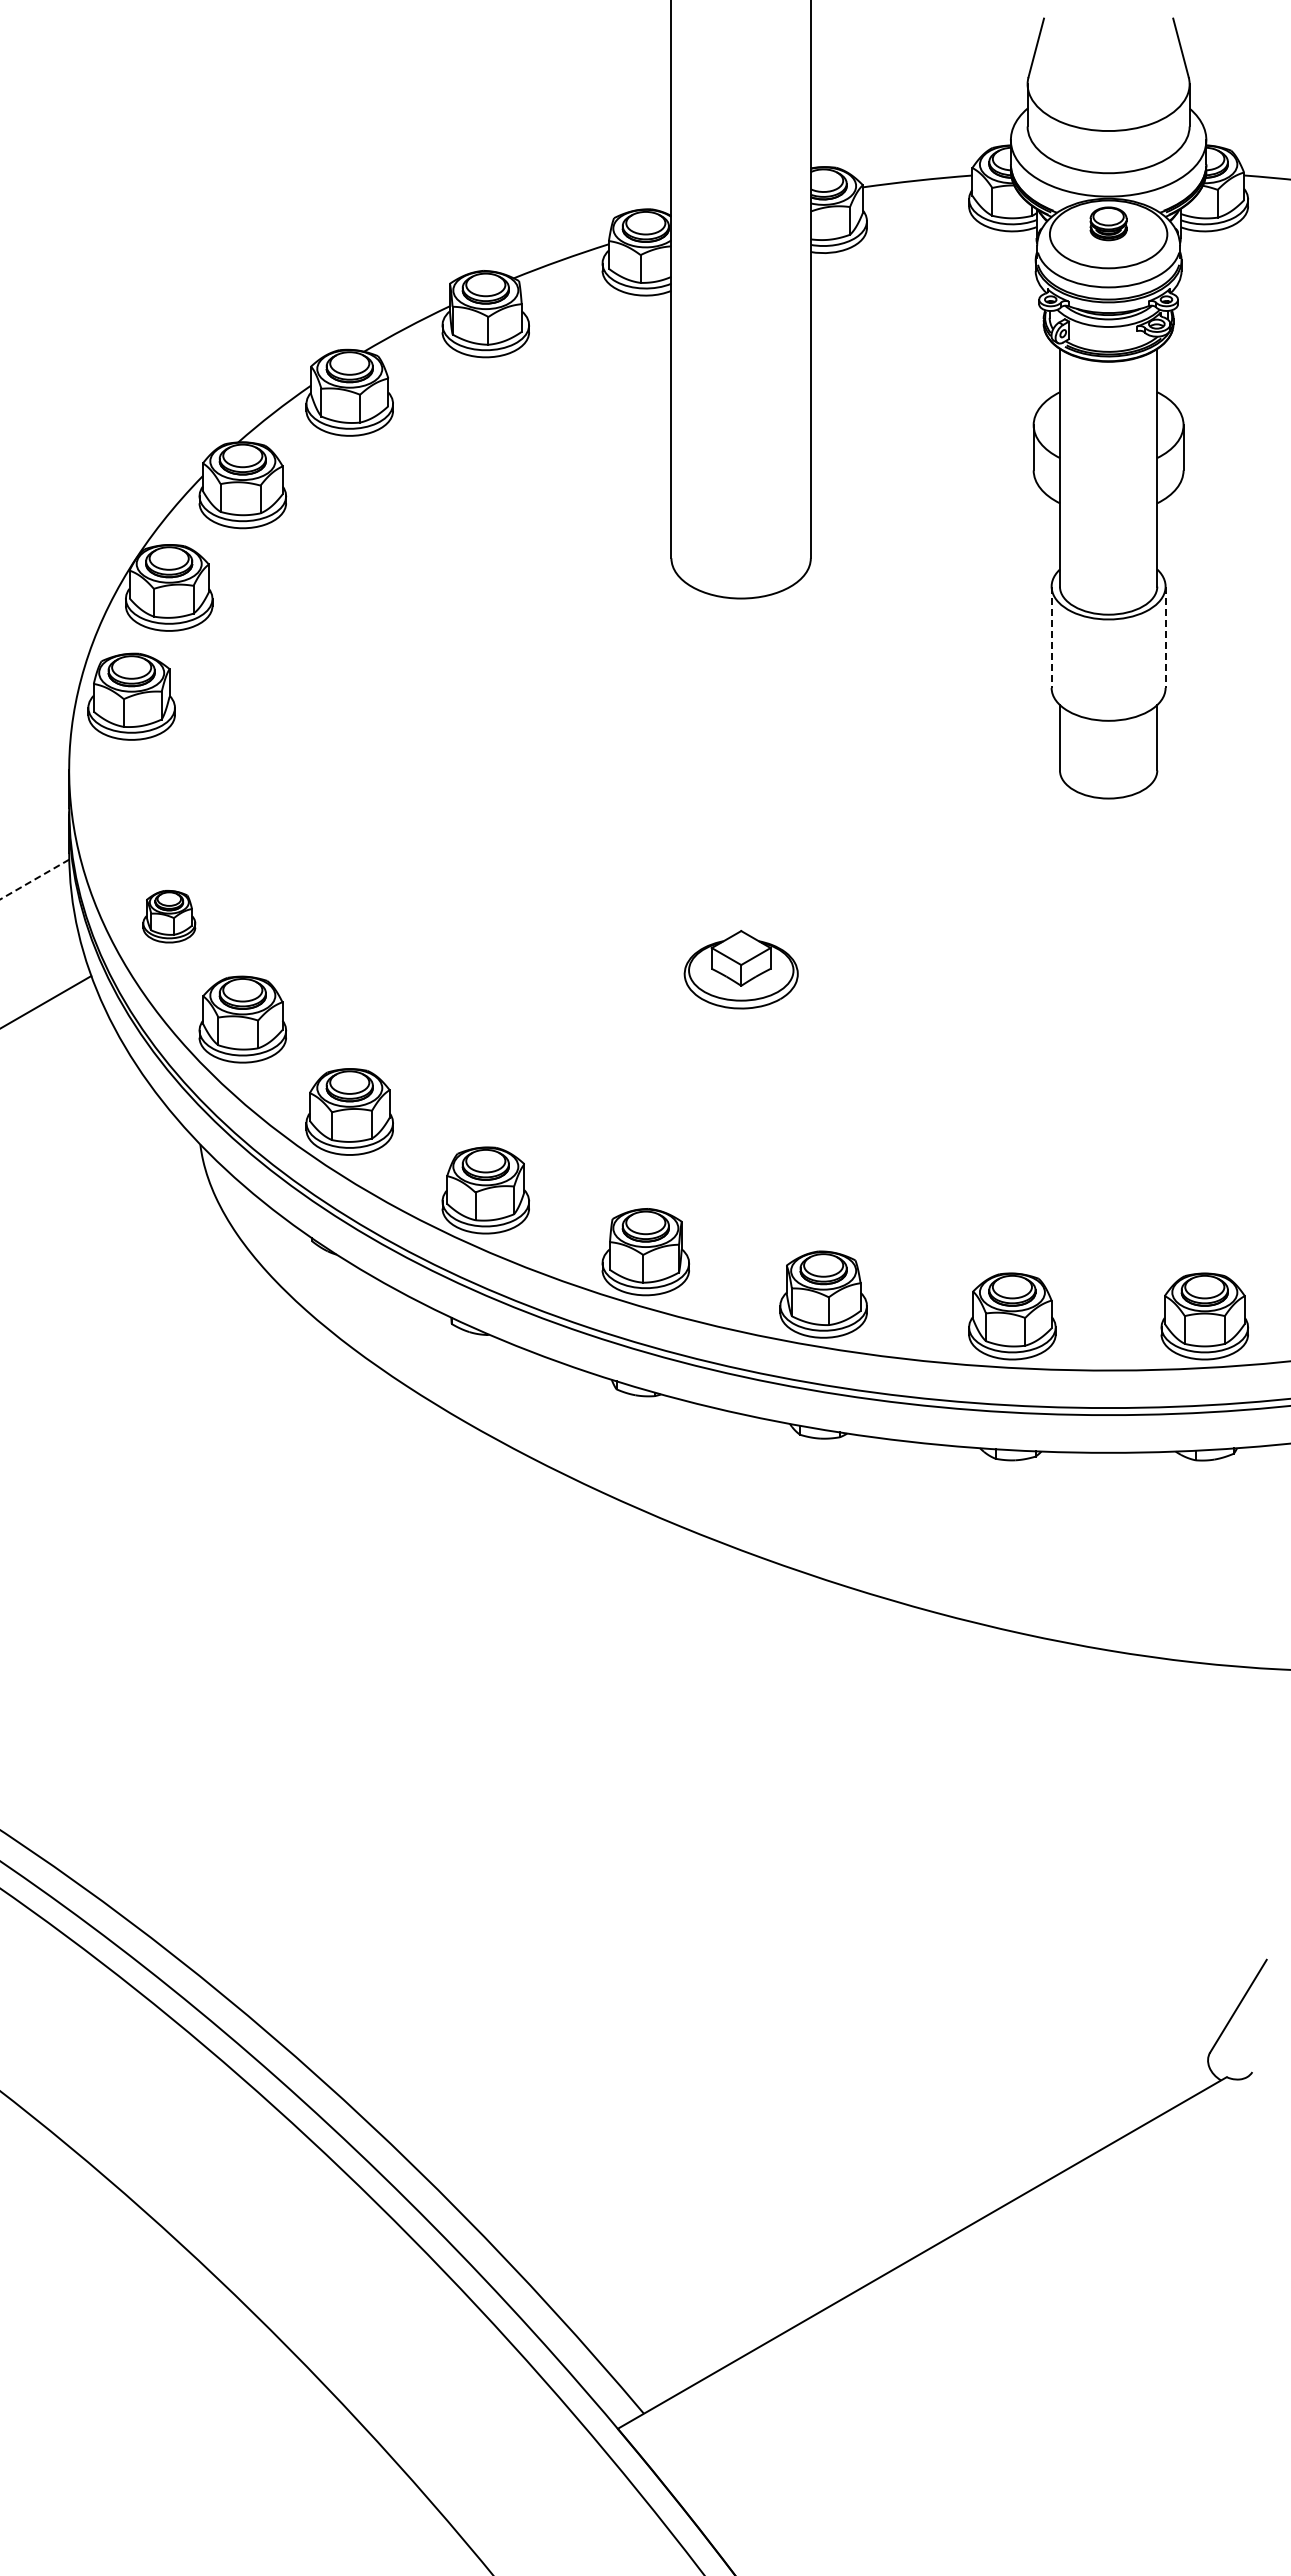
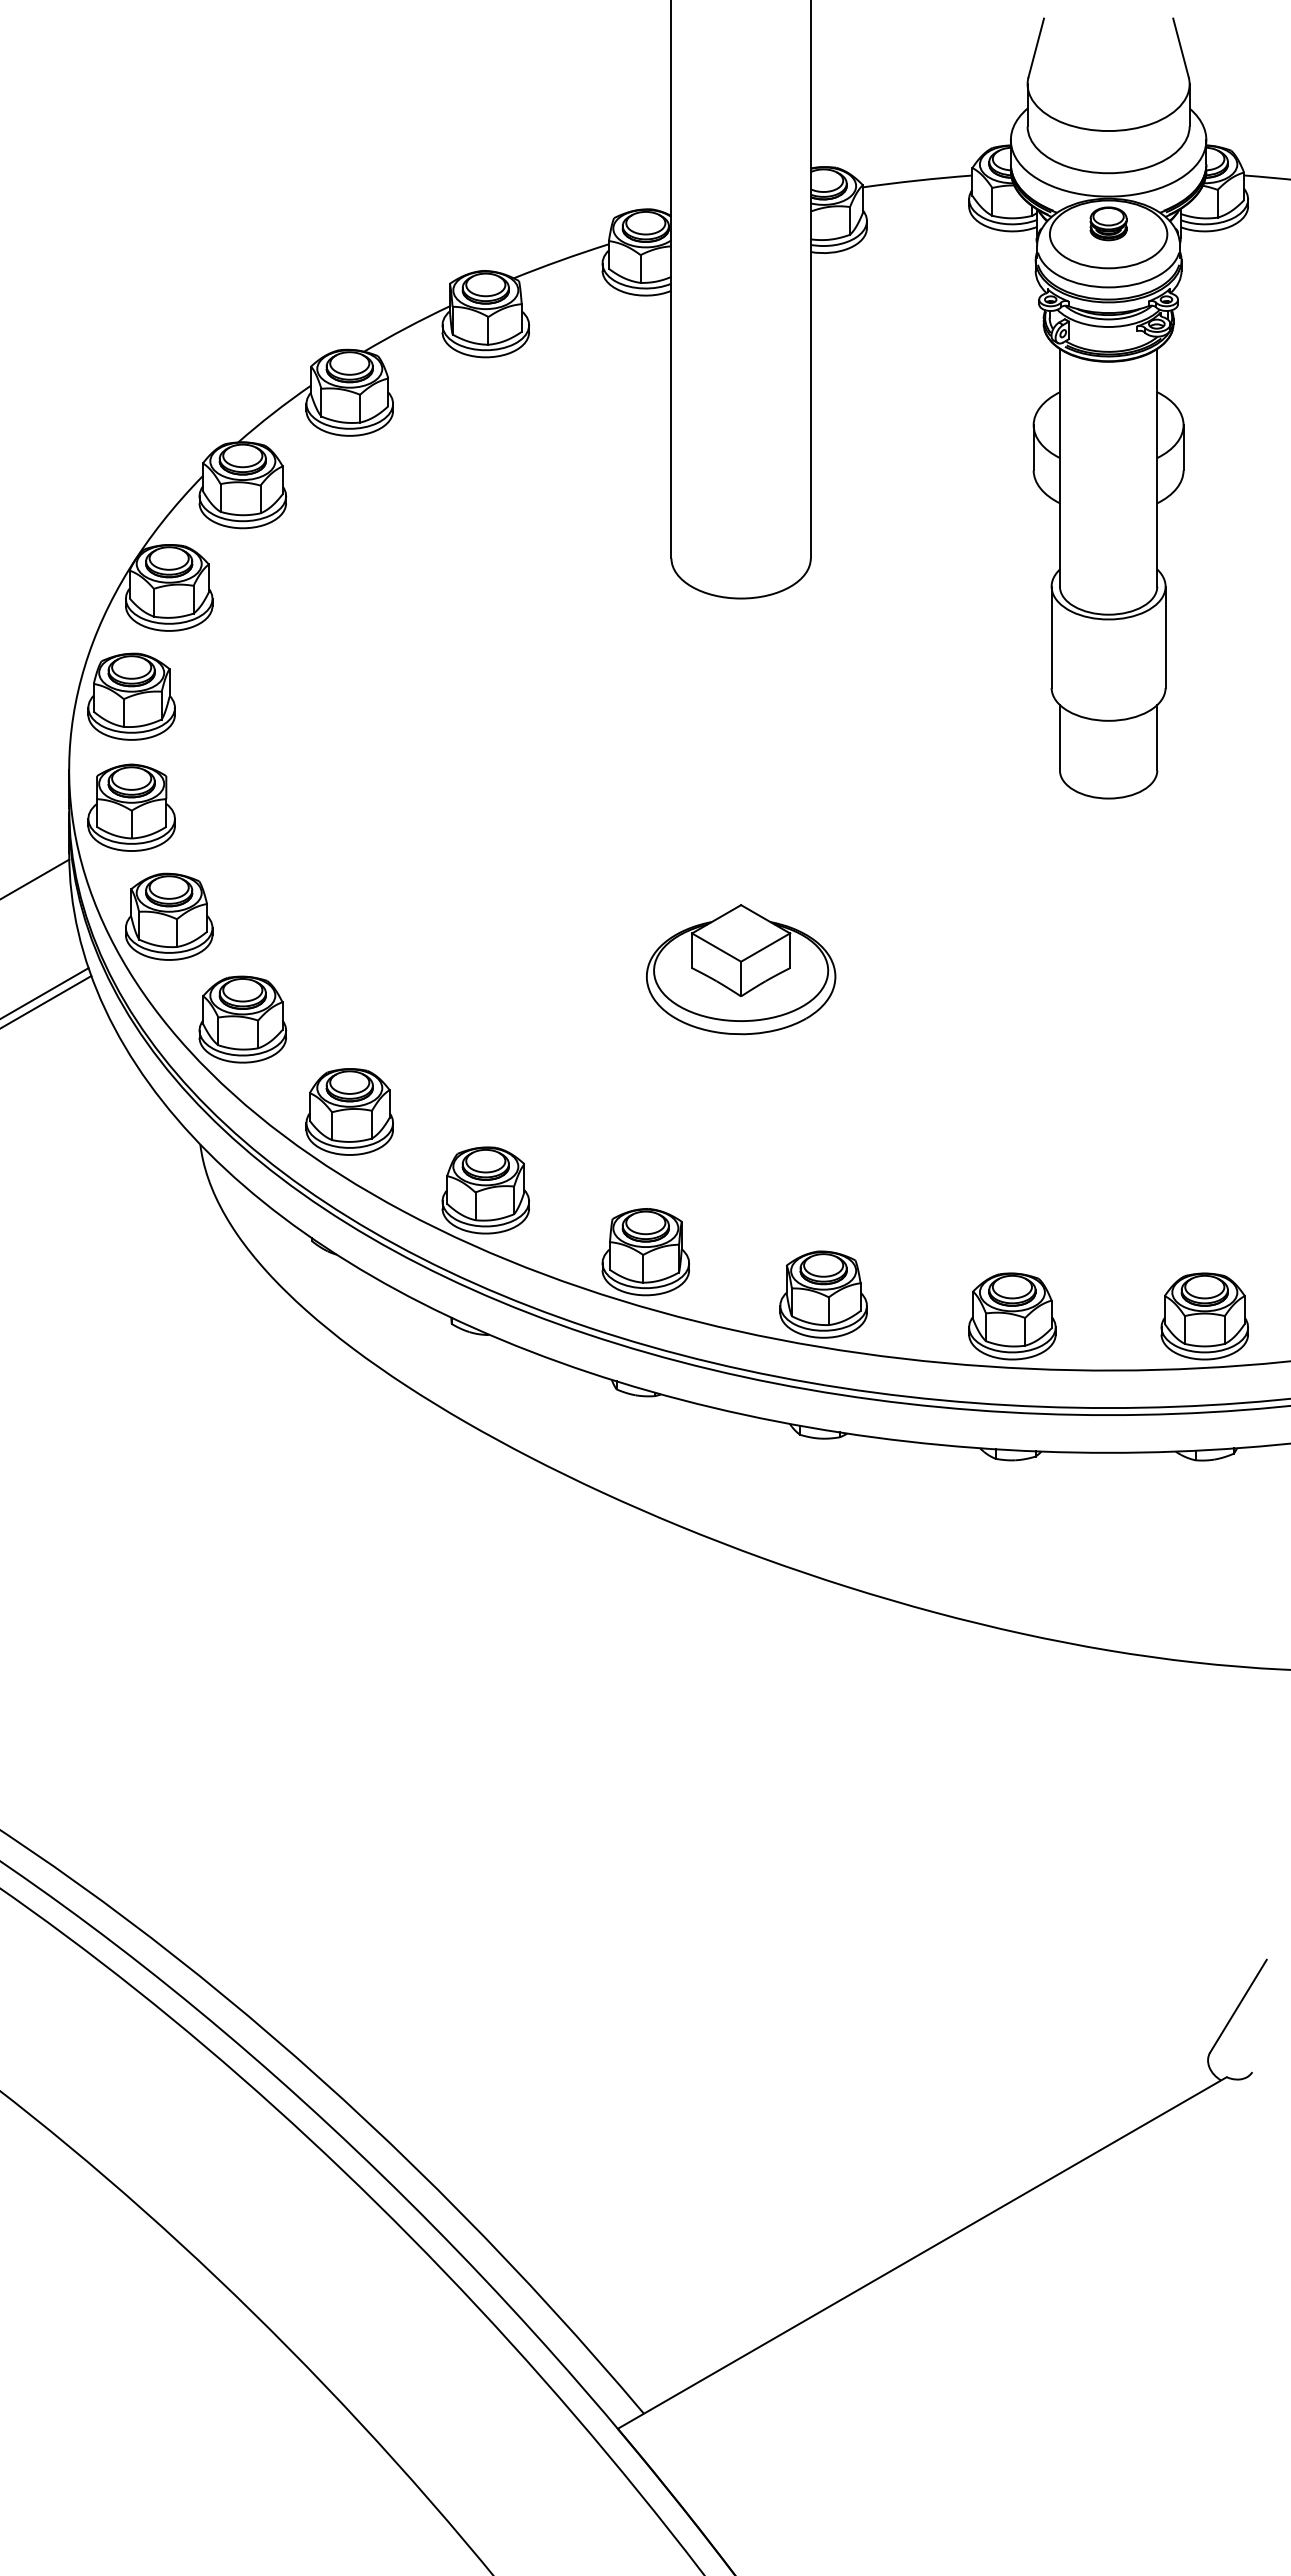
line at (1051, 637): dashed -> solid
line at (1165, 637): dashed -> solid
part at (131, 807): none -> present
line at (34, 879): dashed -> solid
part at (169, 916) size: 55x54 px -> 89x89 px
part at (740, 969) size: 116x80 px -> 191x132 px
line at (45, 992): none -> present
